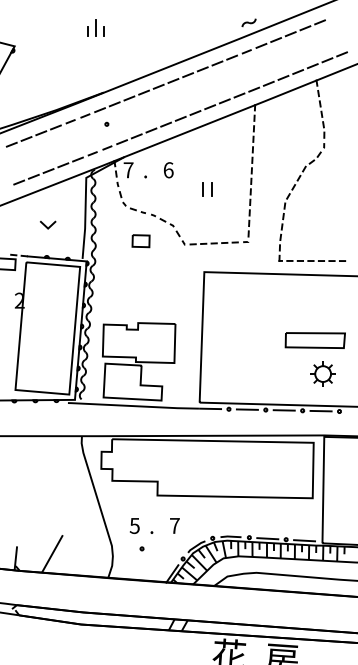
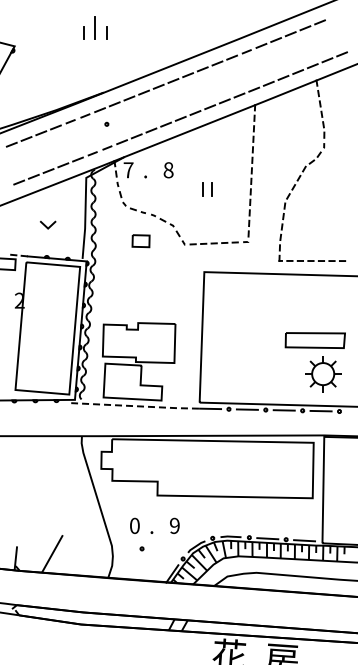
part at (248, 22): present -> none
part at (95, 27) size: 18x18 px -> 25x24 px
text at (168, 170): 6 -> 8
part at (322, 373) size: 26x26 px -> 37x37 px
line at (132, 406): solid -> dashed
text at (134, 525): 5 -> 0
text at (174, 525): 7 -> 9
